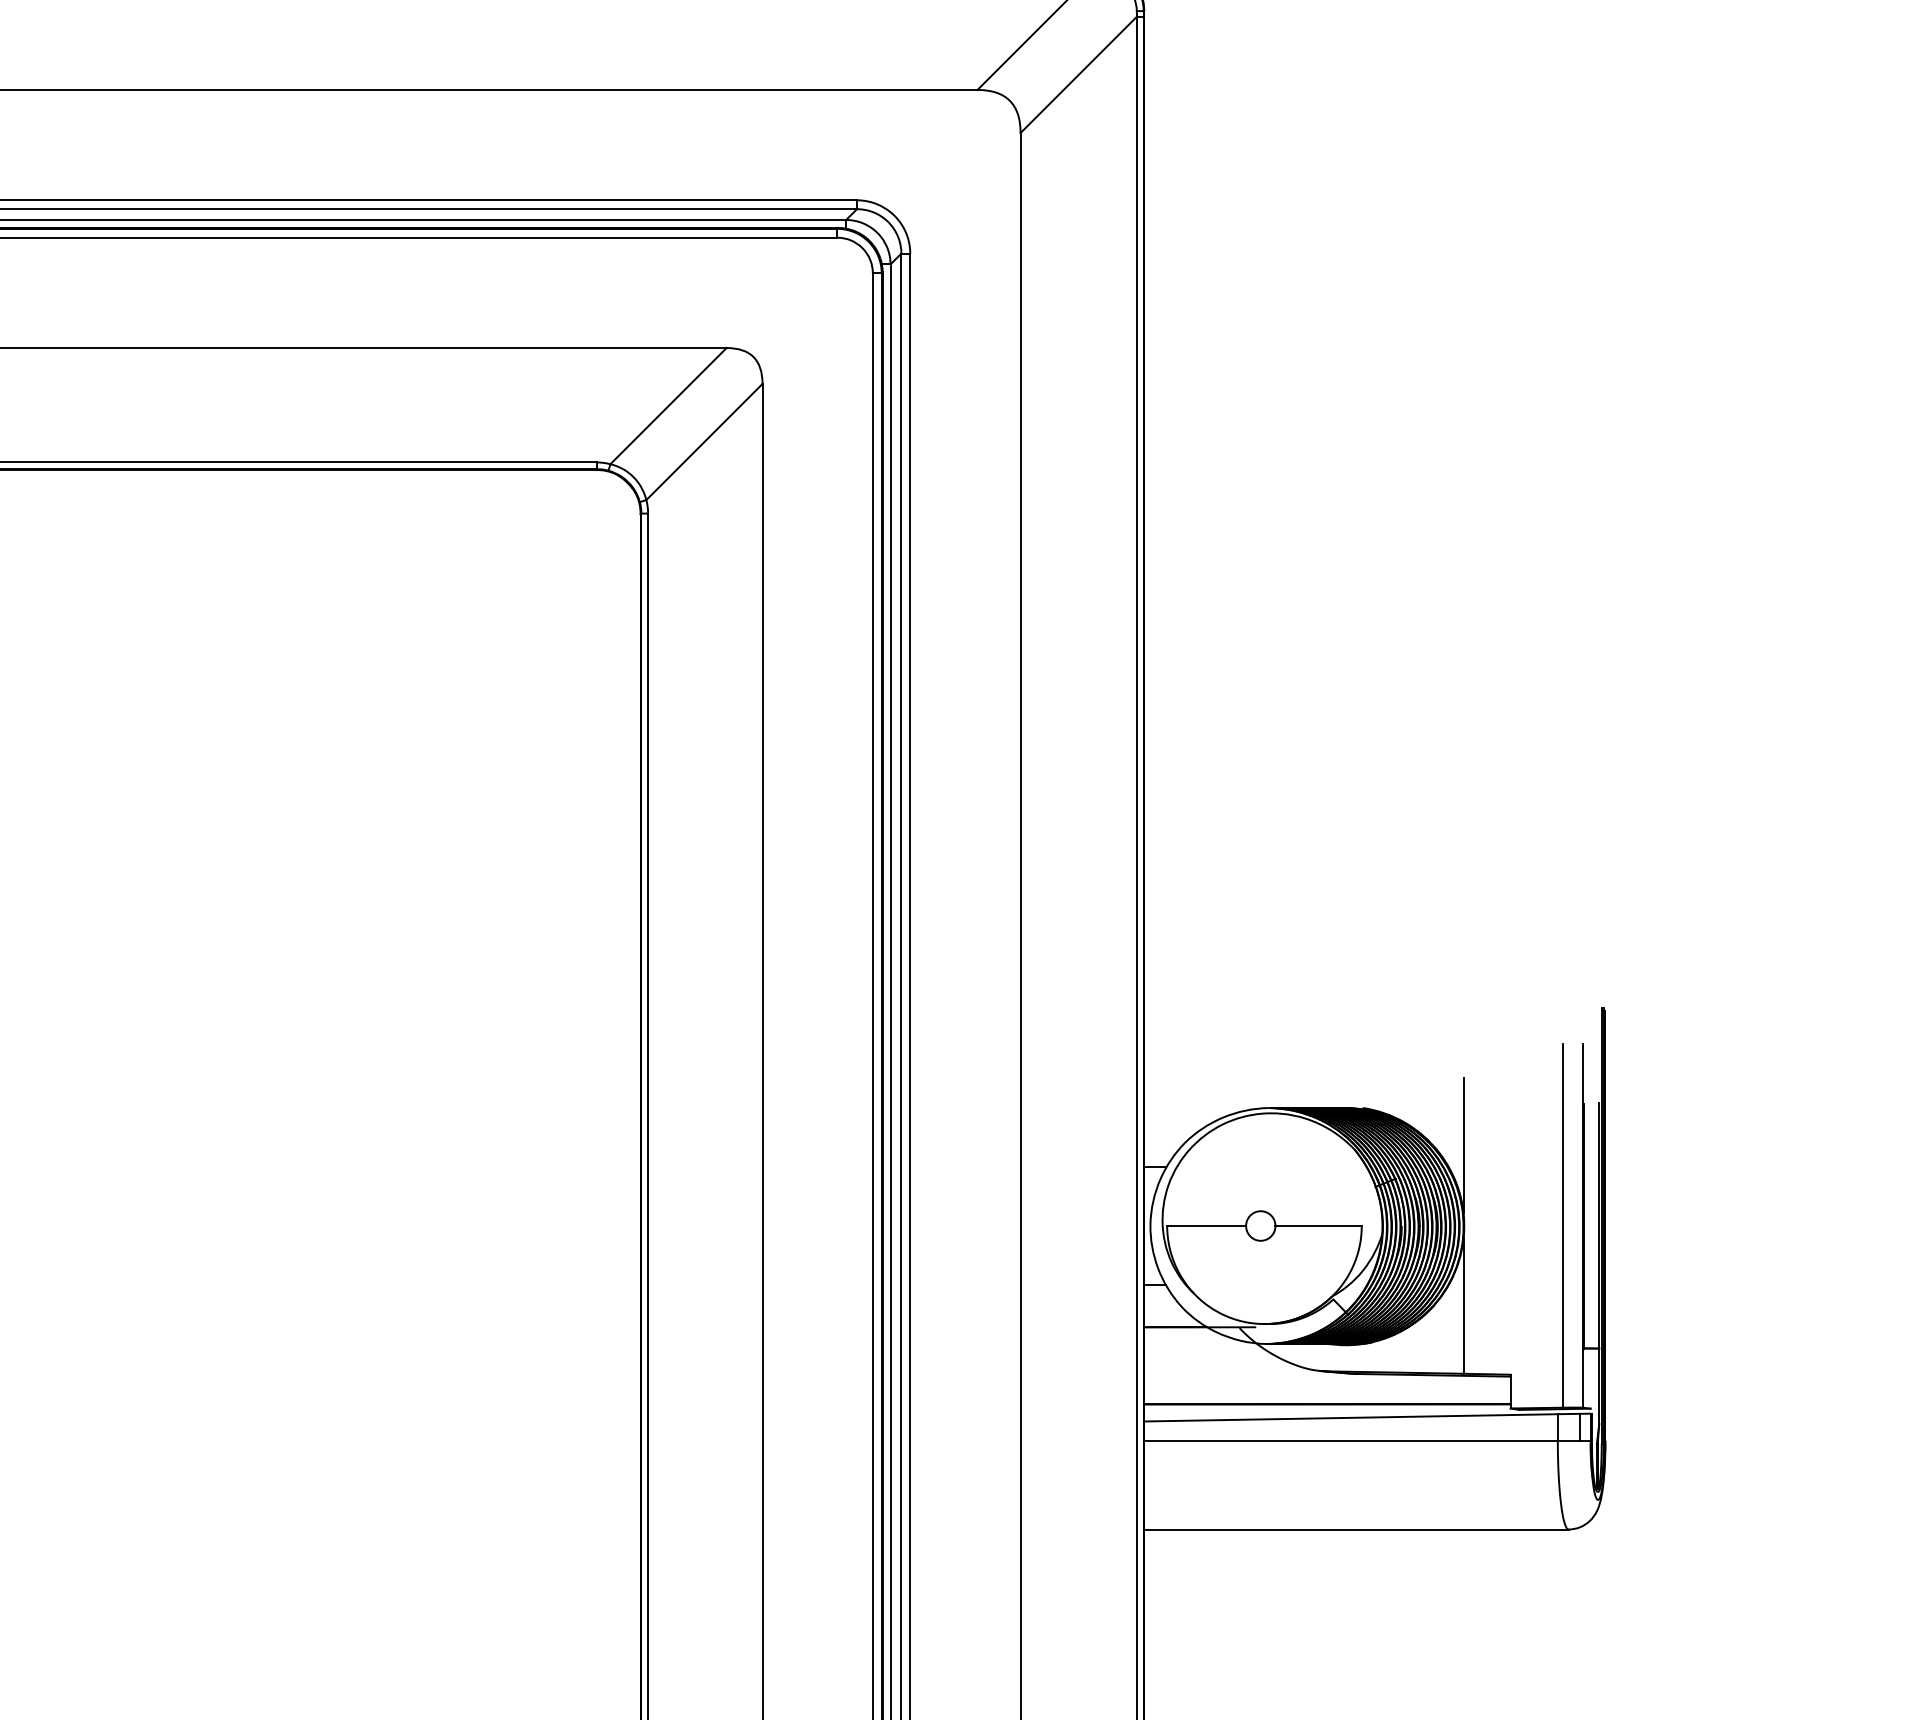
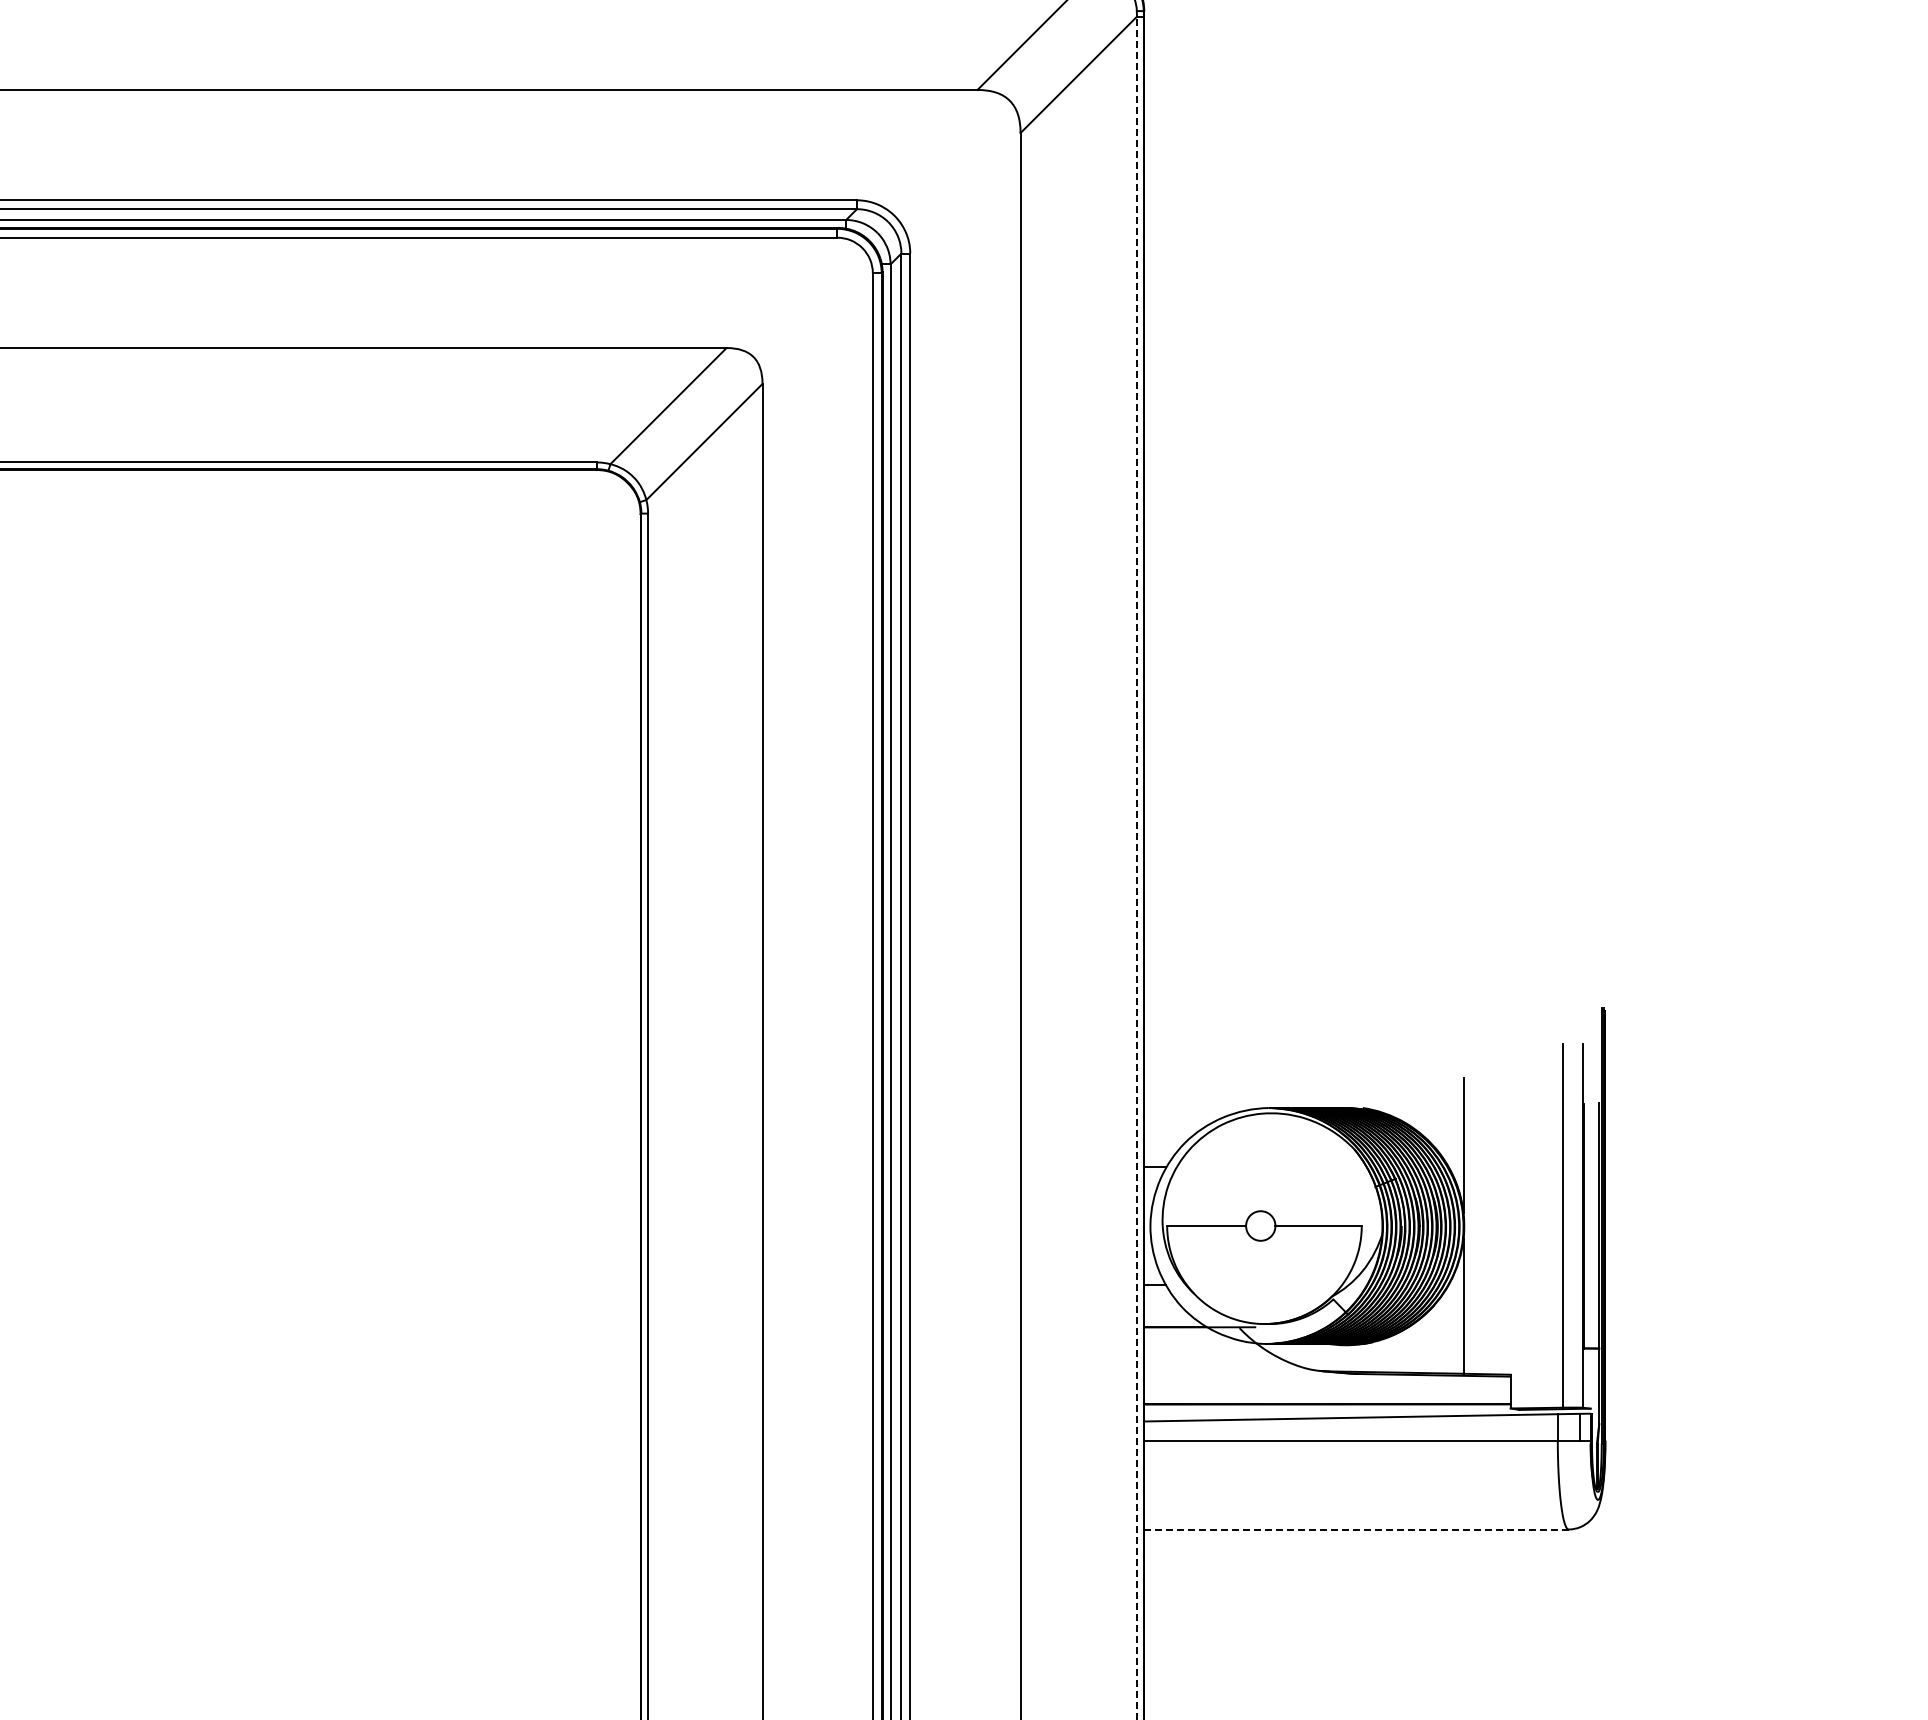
line at (1137, 867): solid -> dashed
line at (1356, 1529): solid -> dashed
